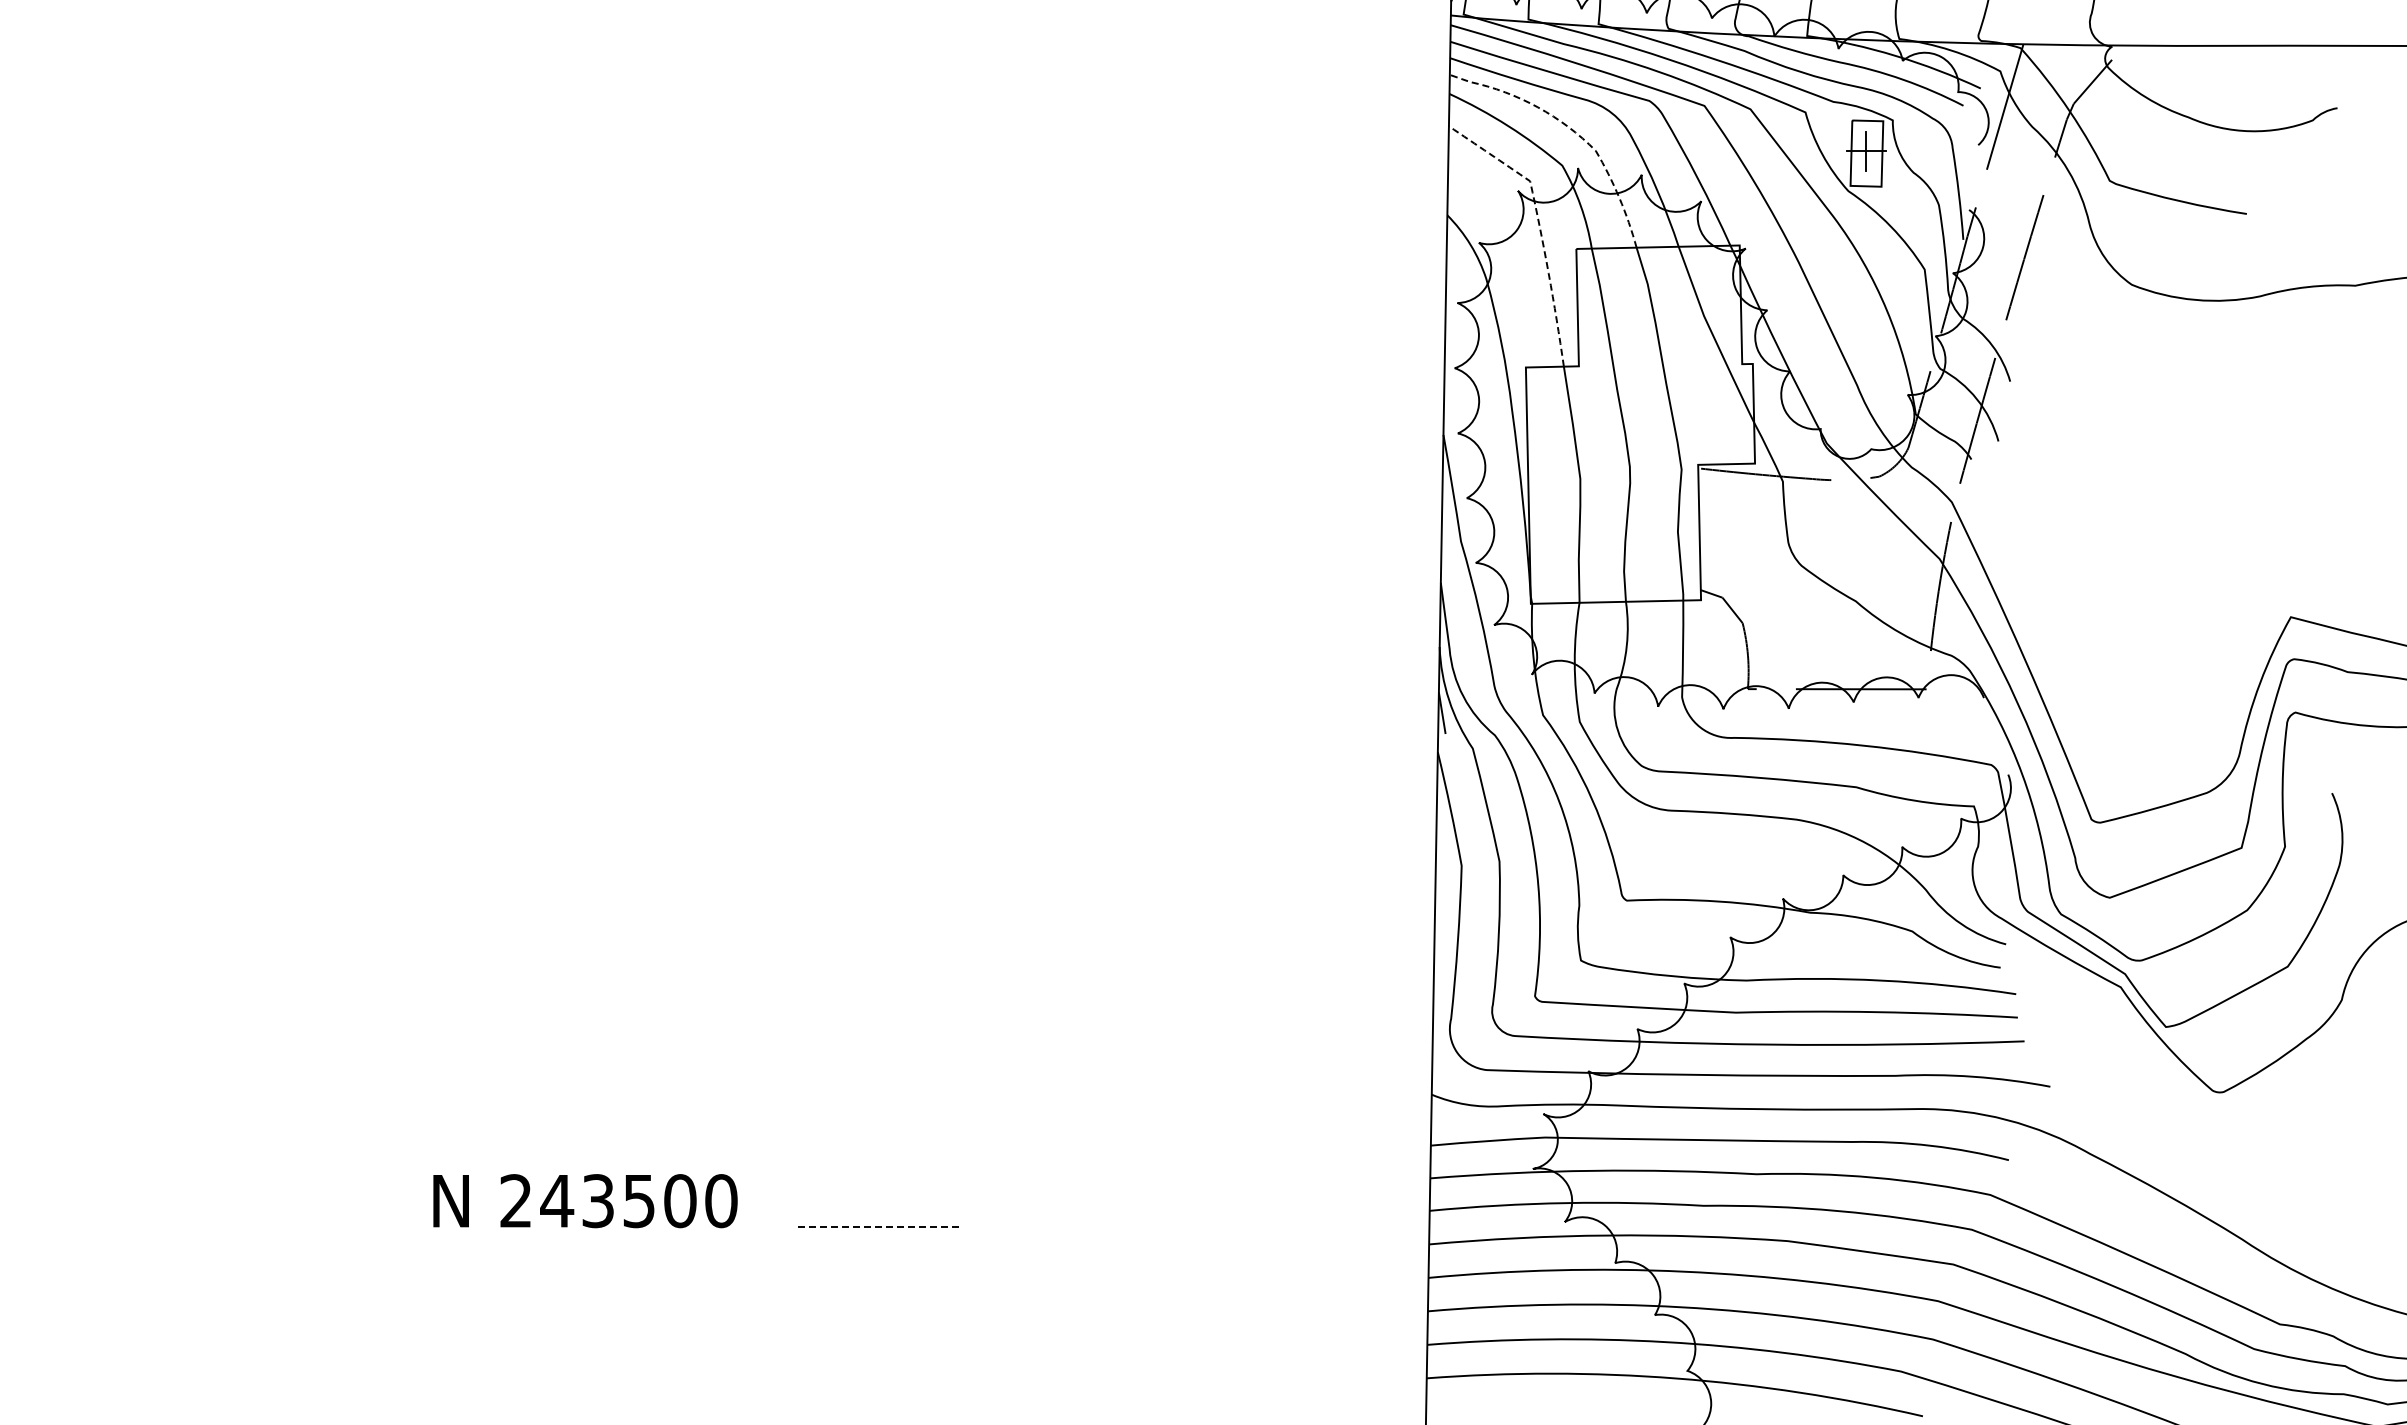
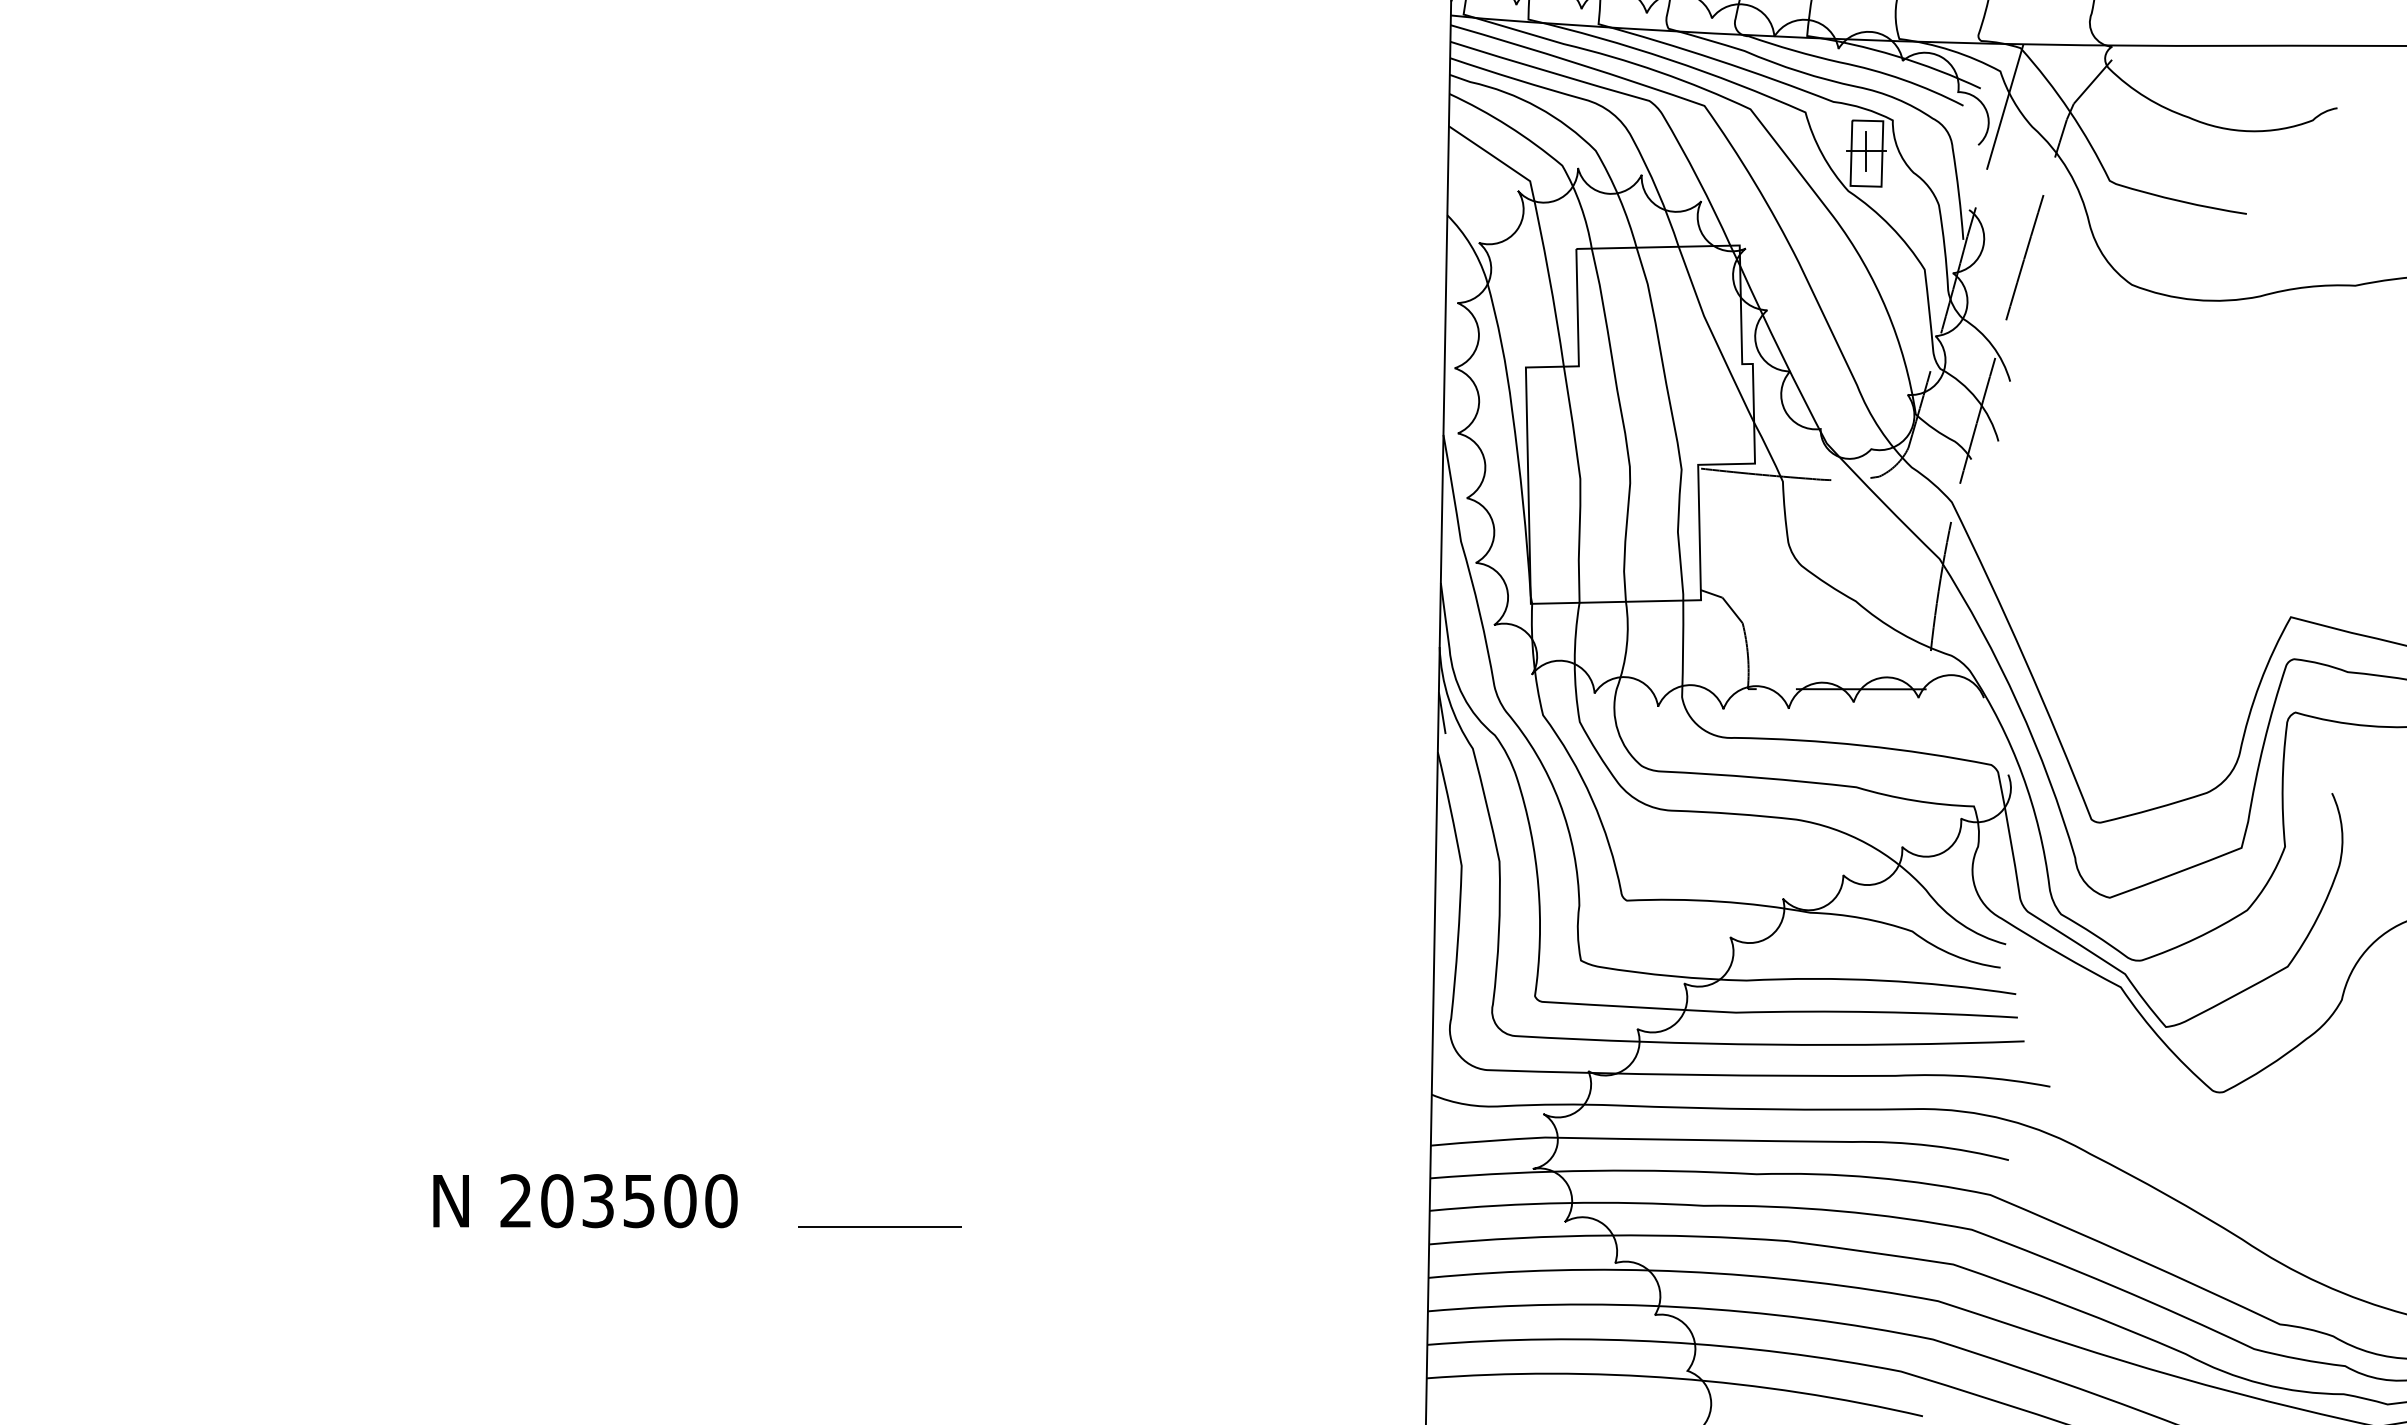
line at (1571, 129): dashed -> solid
line at (1539, 224): dashed -> solid
text at (557, 1201): 243500 -> 203500
line at (879, 1227): dashed -> solid
